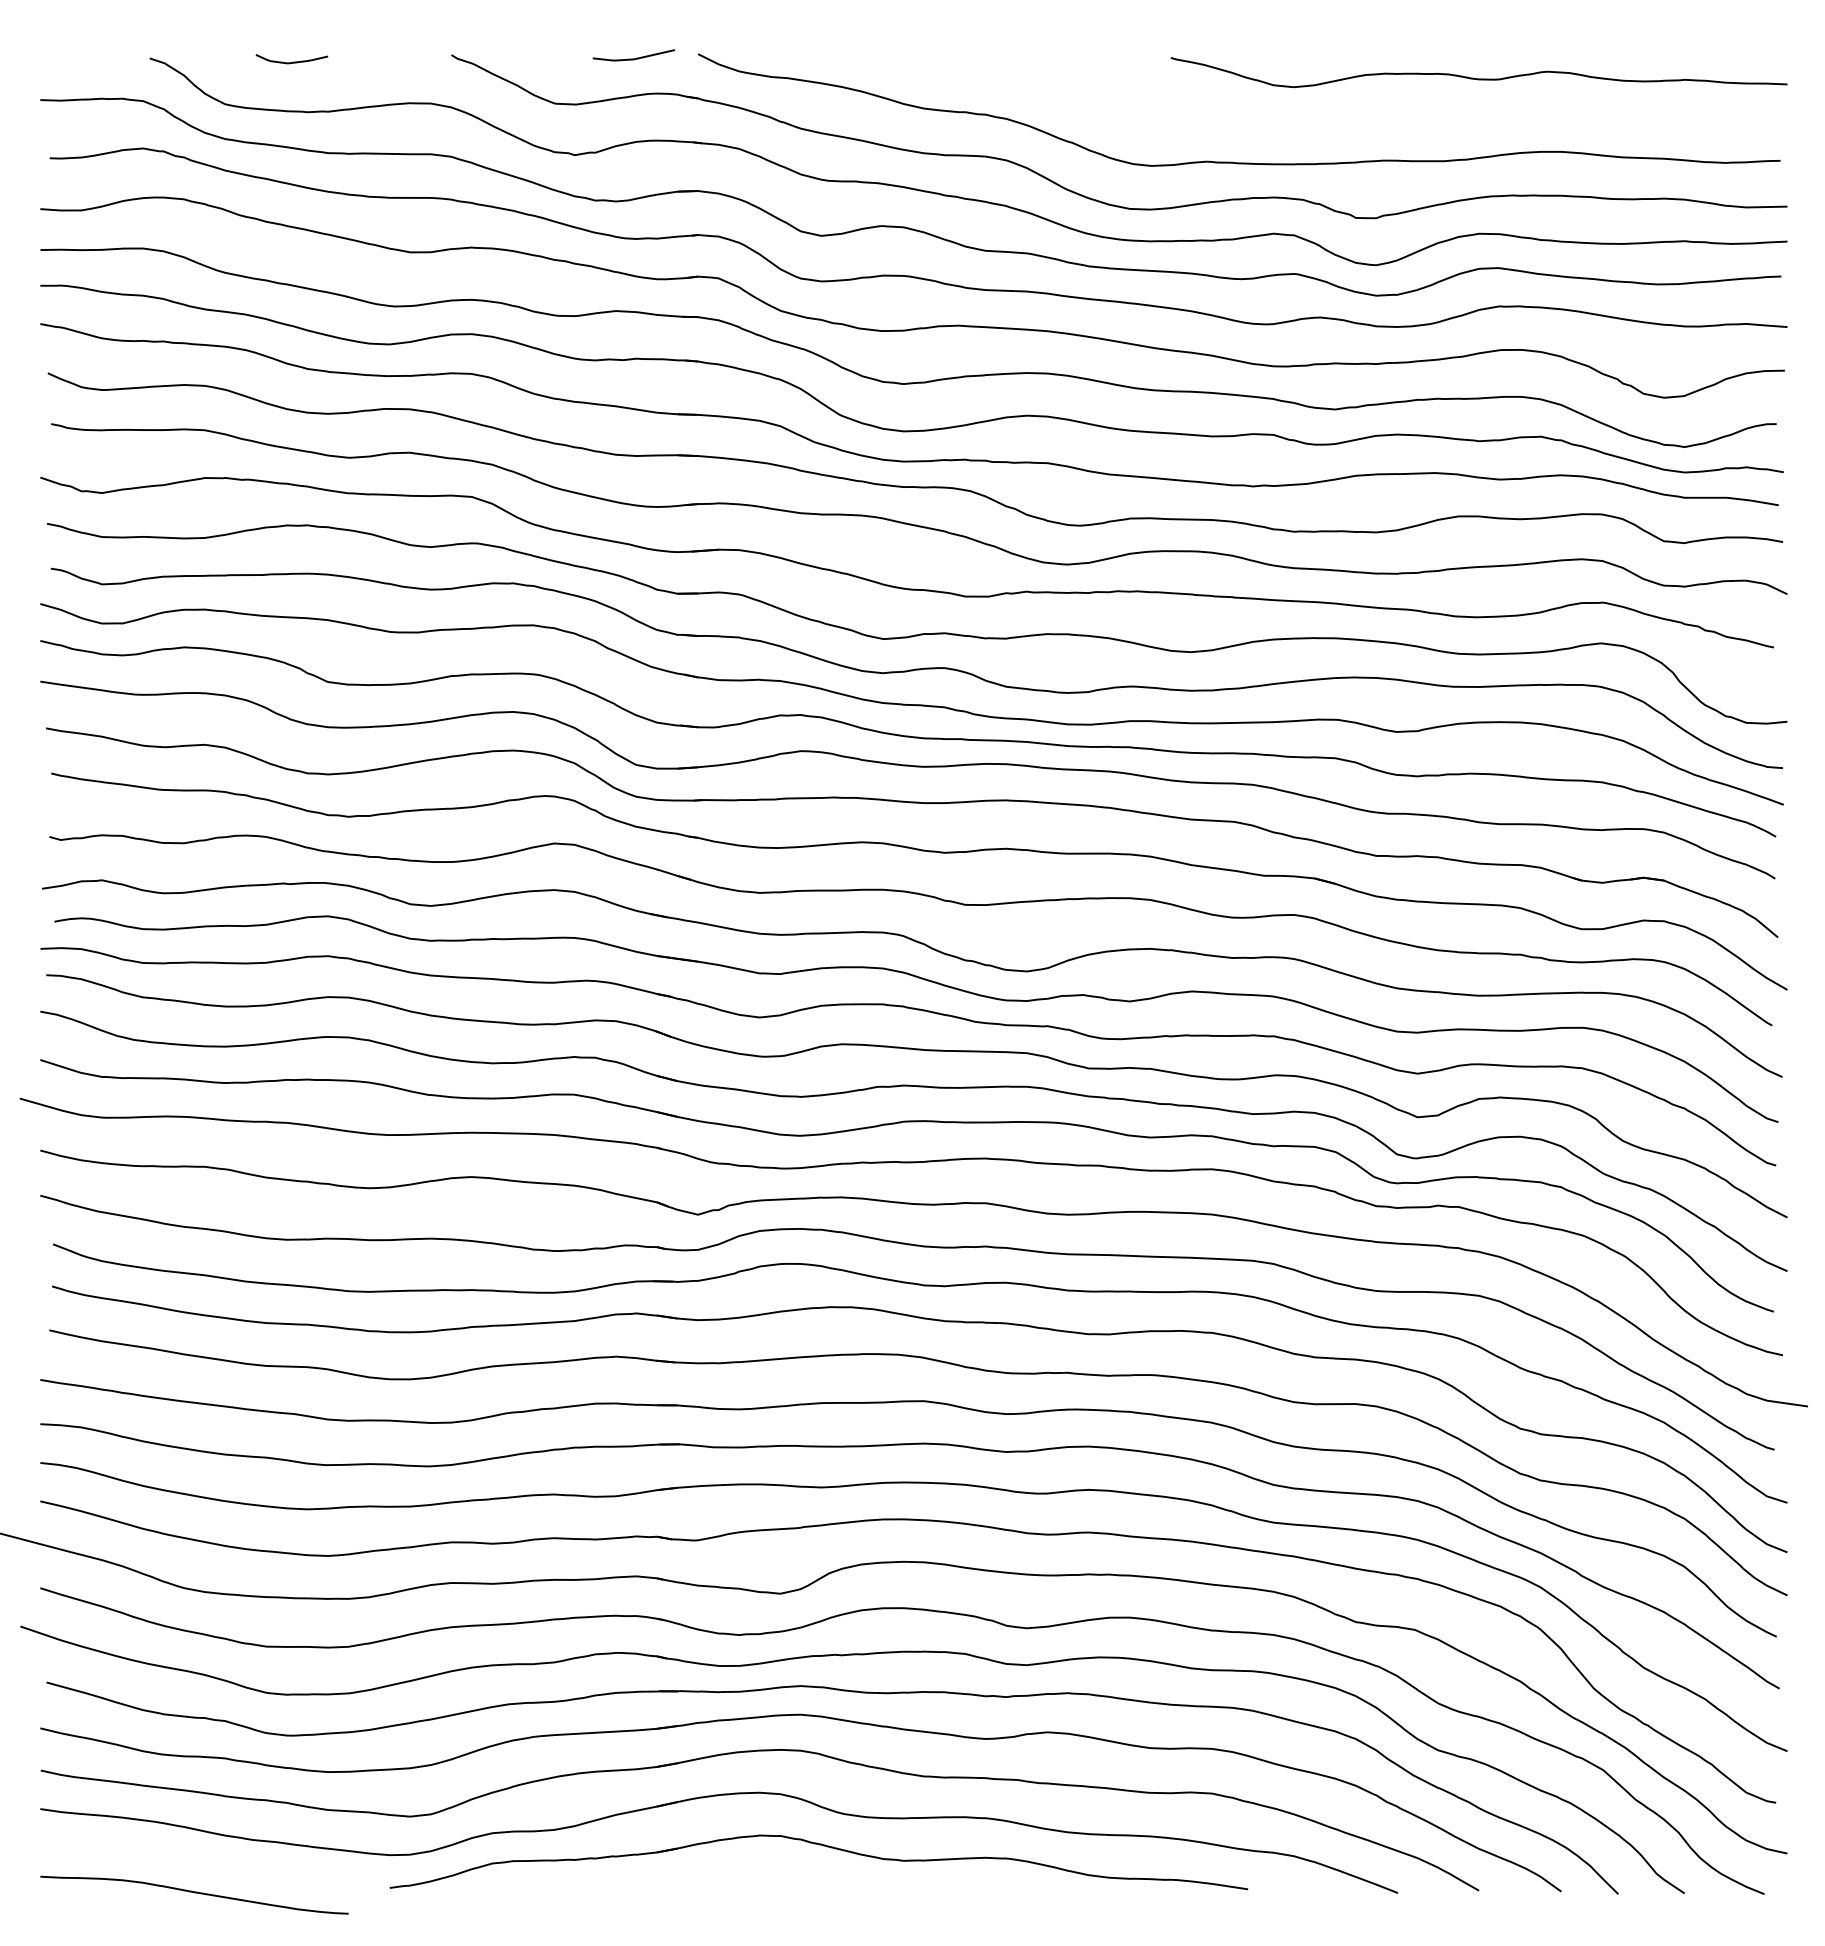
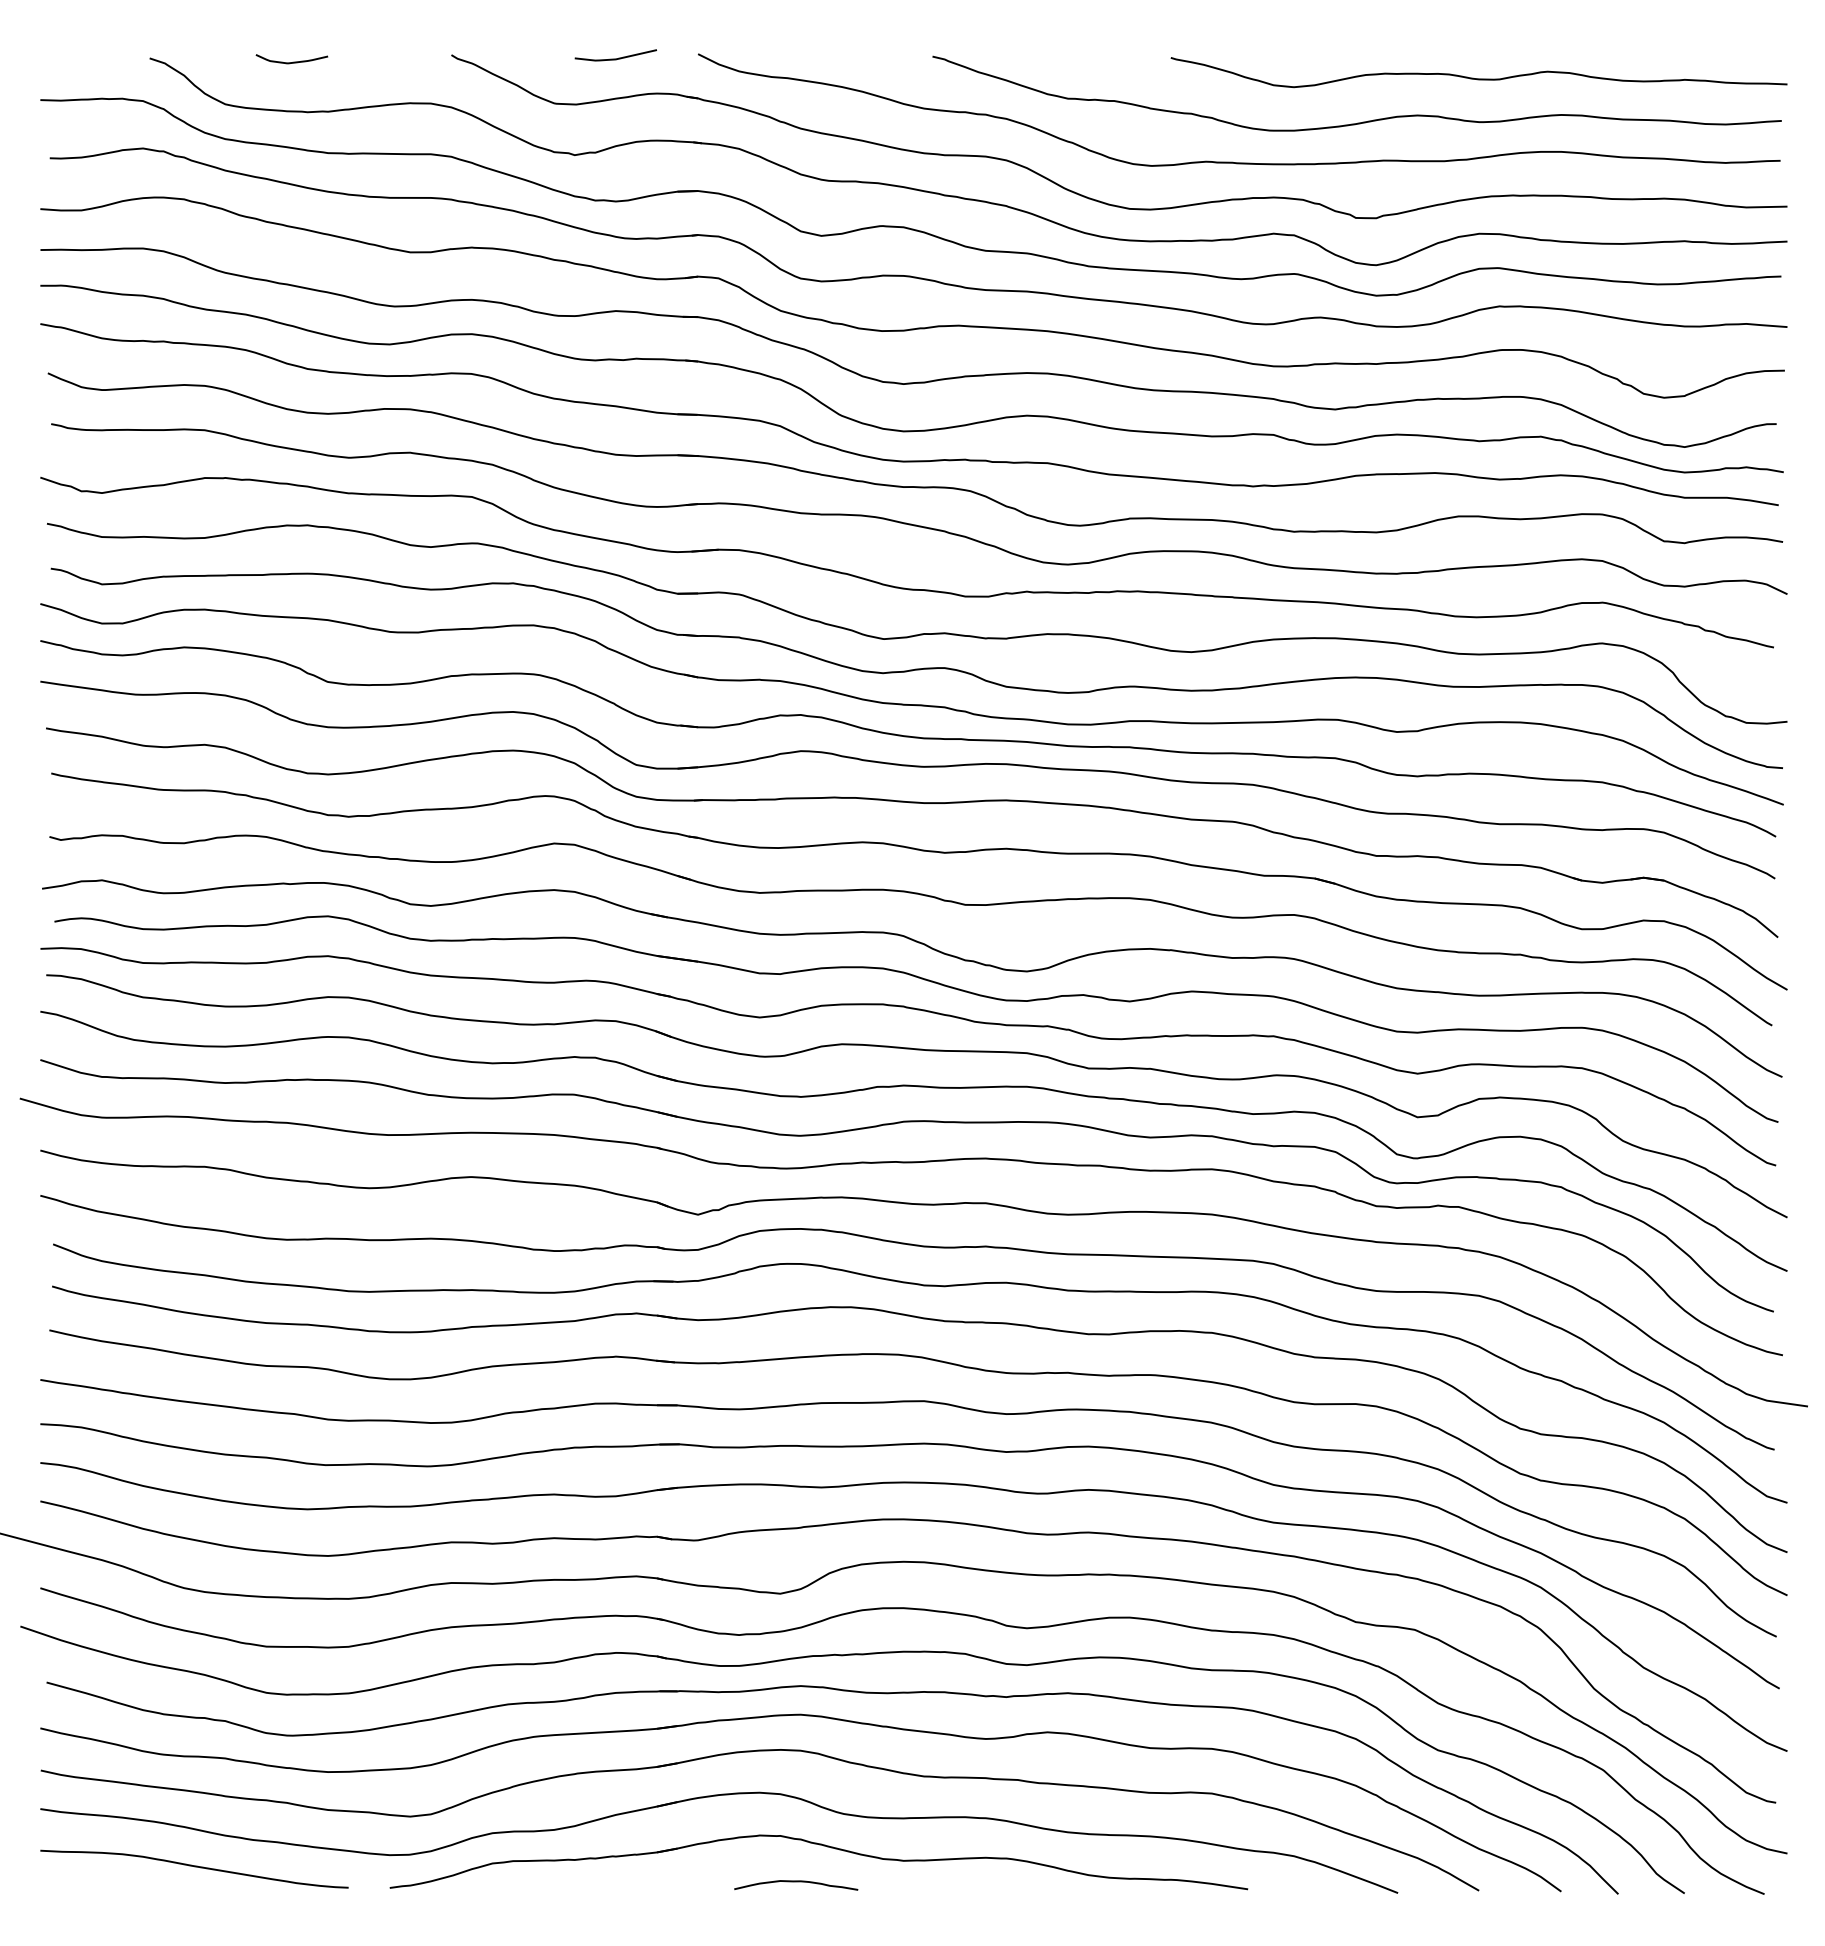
line at (633, 58) position: (633, 58) -> (615, 58)
curve at (1362, 121): none -> present
curve at (796, 1882): none -> present
curve at (194, 1893) position: (194, 1893) -> (194, 1867)
